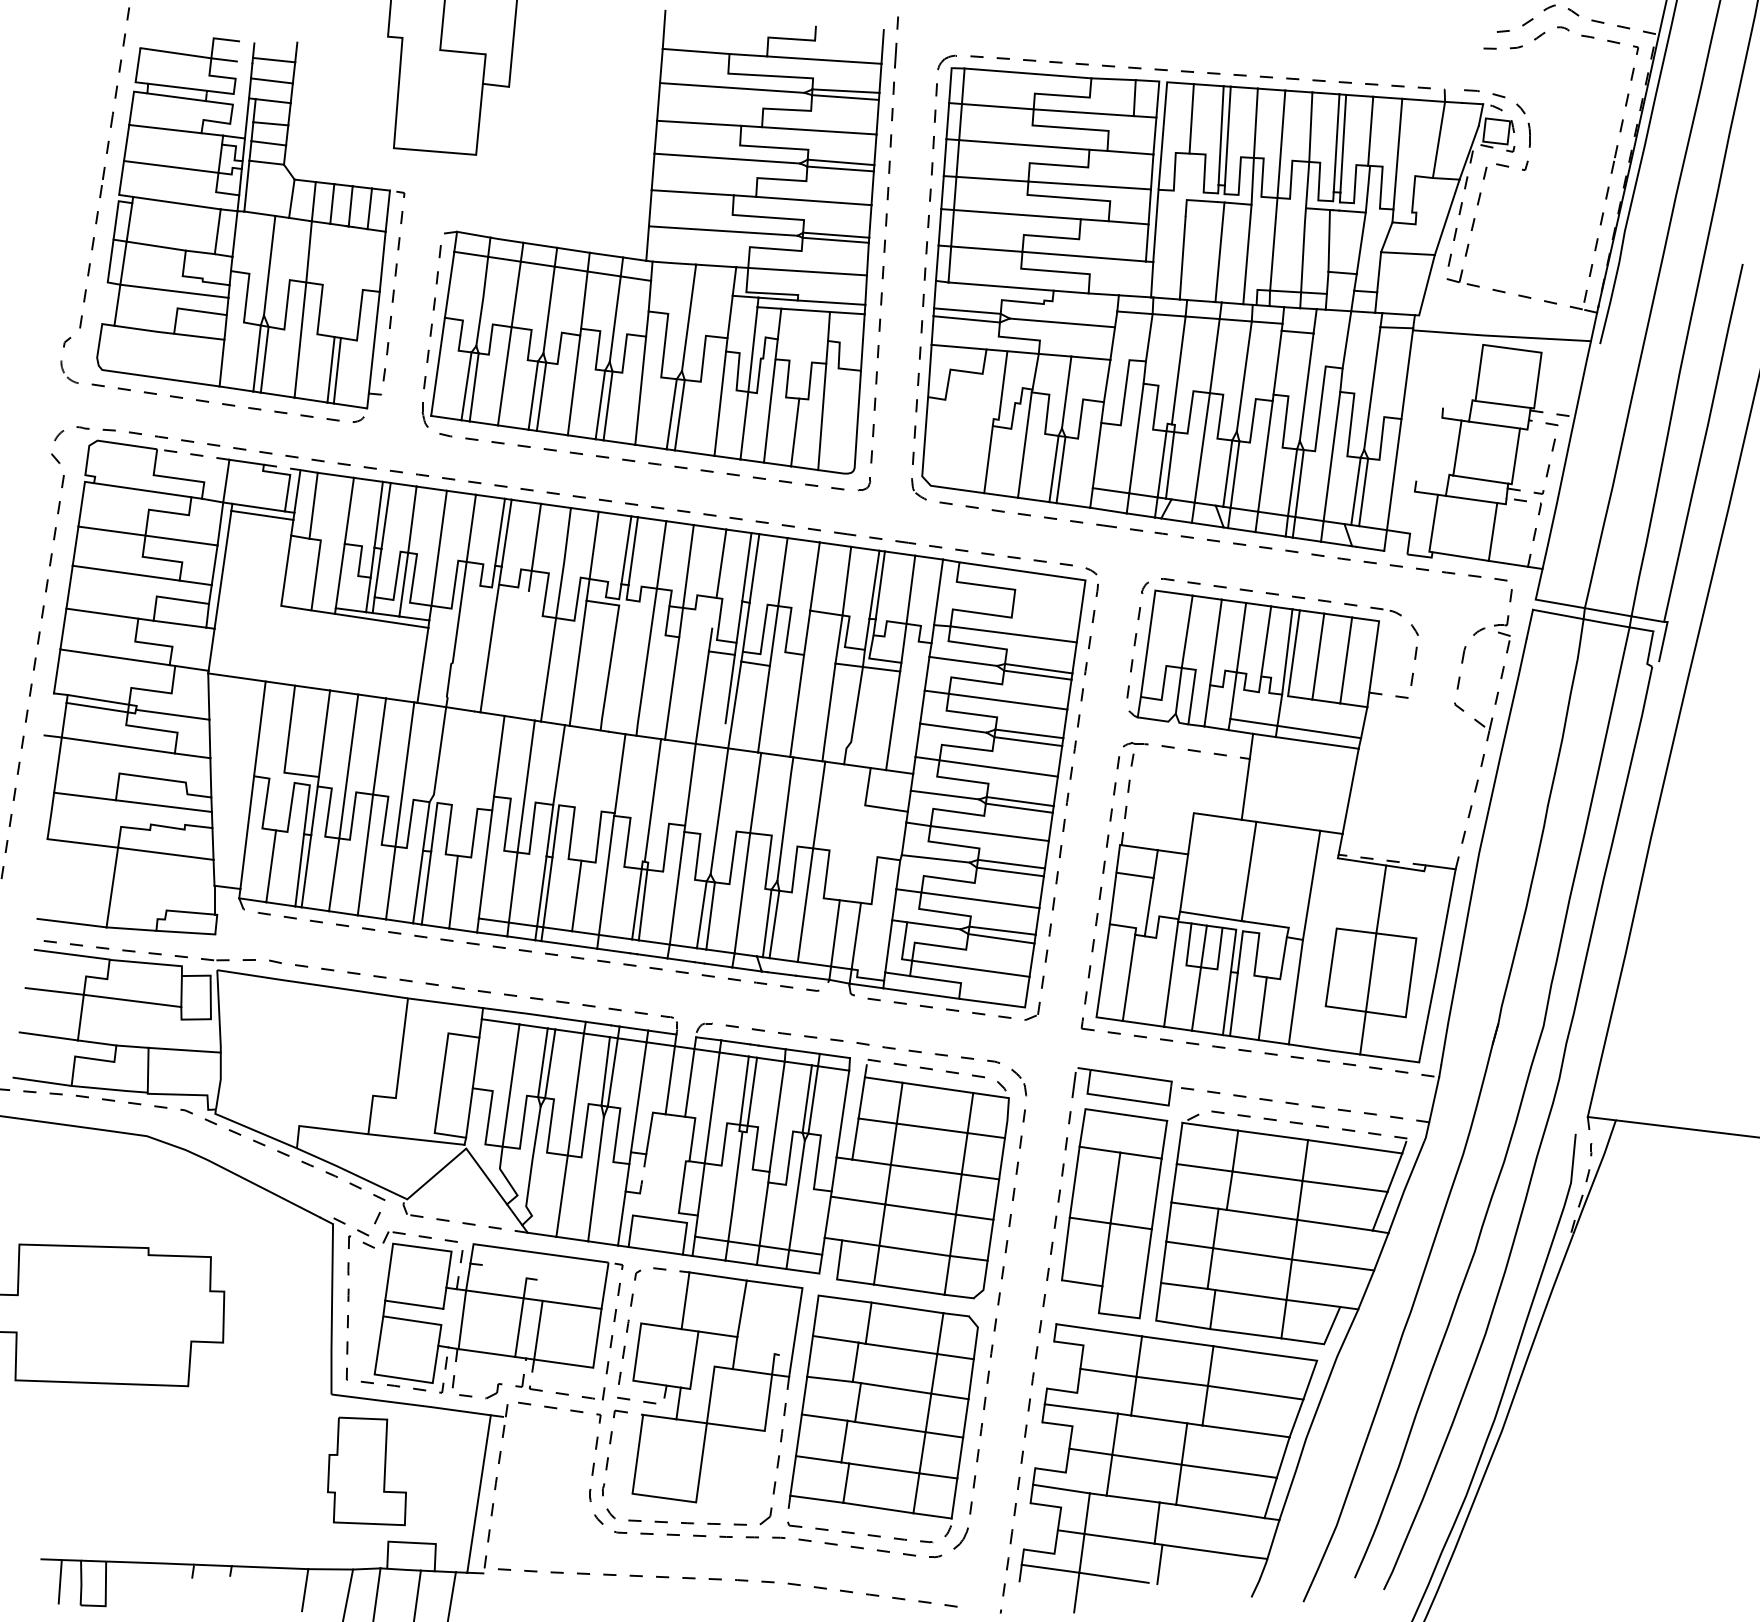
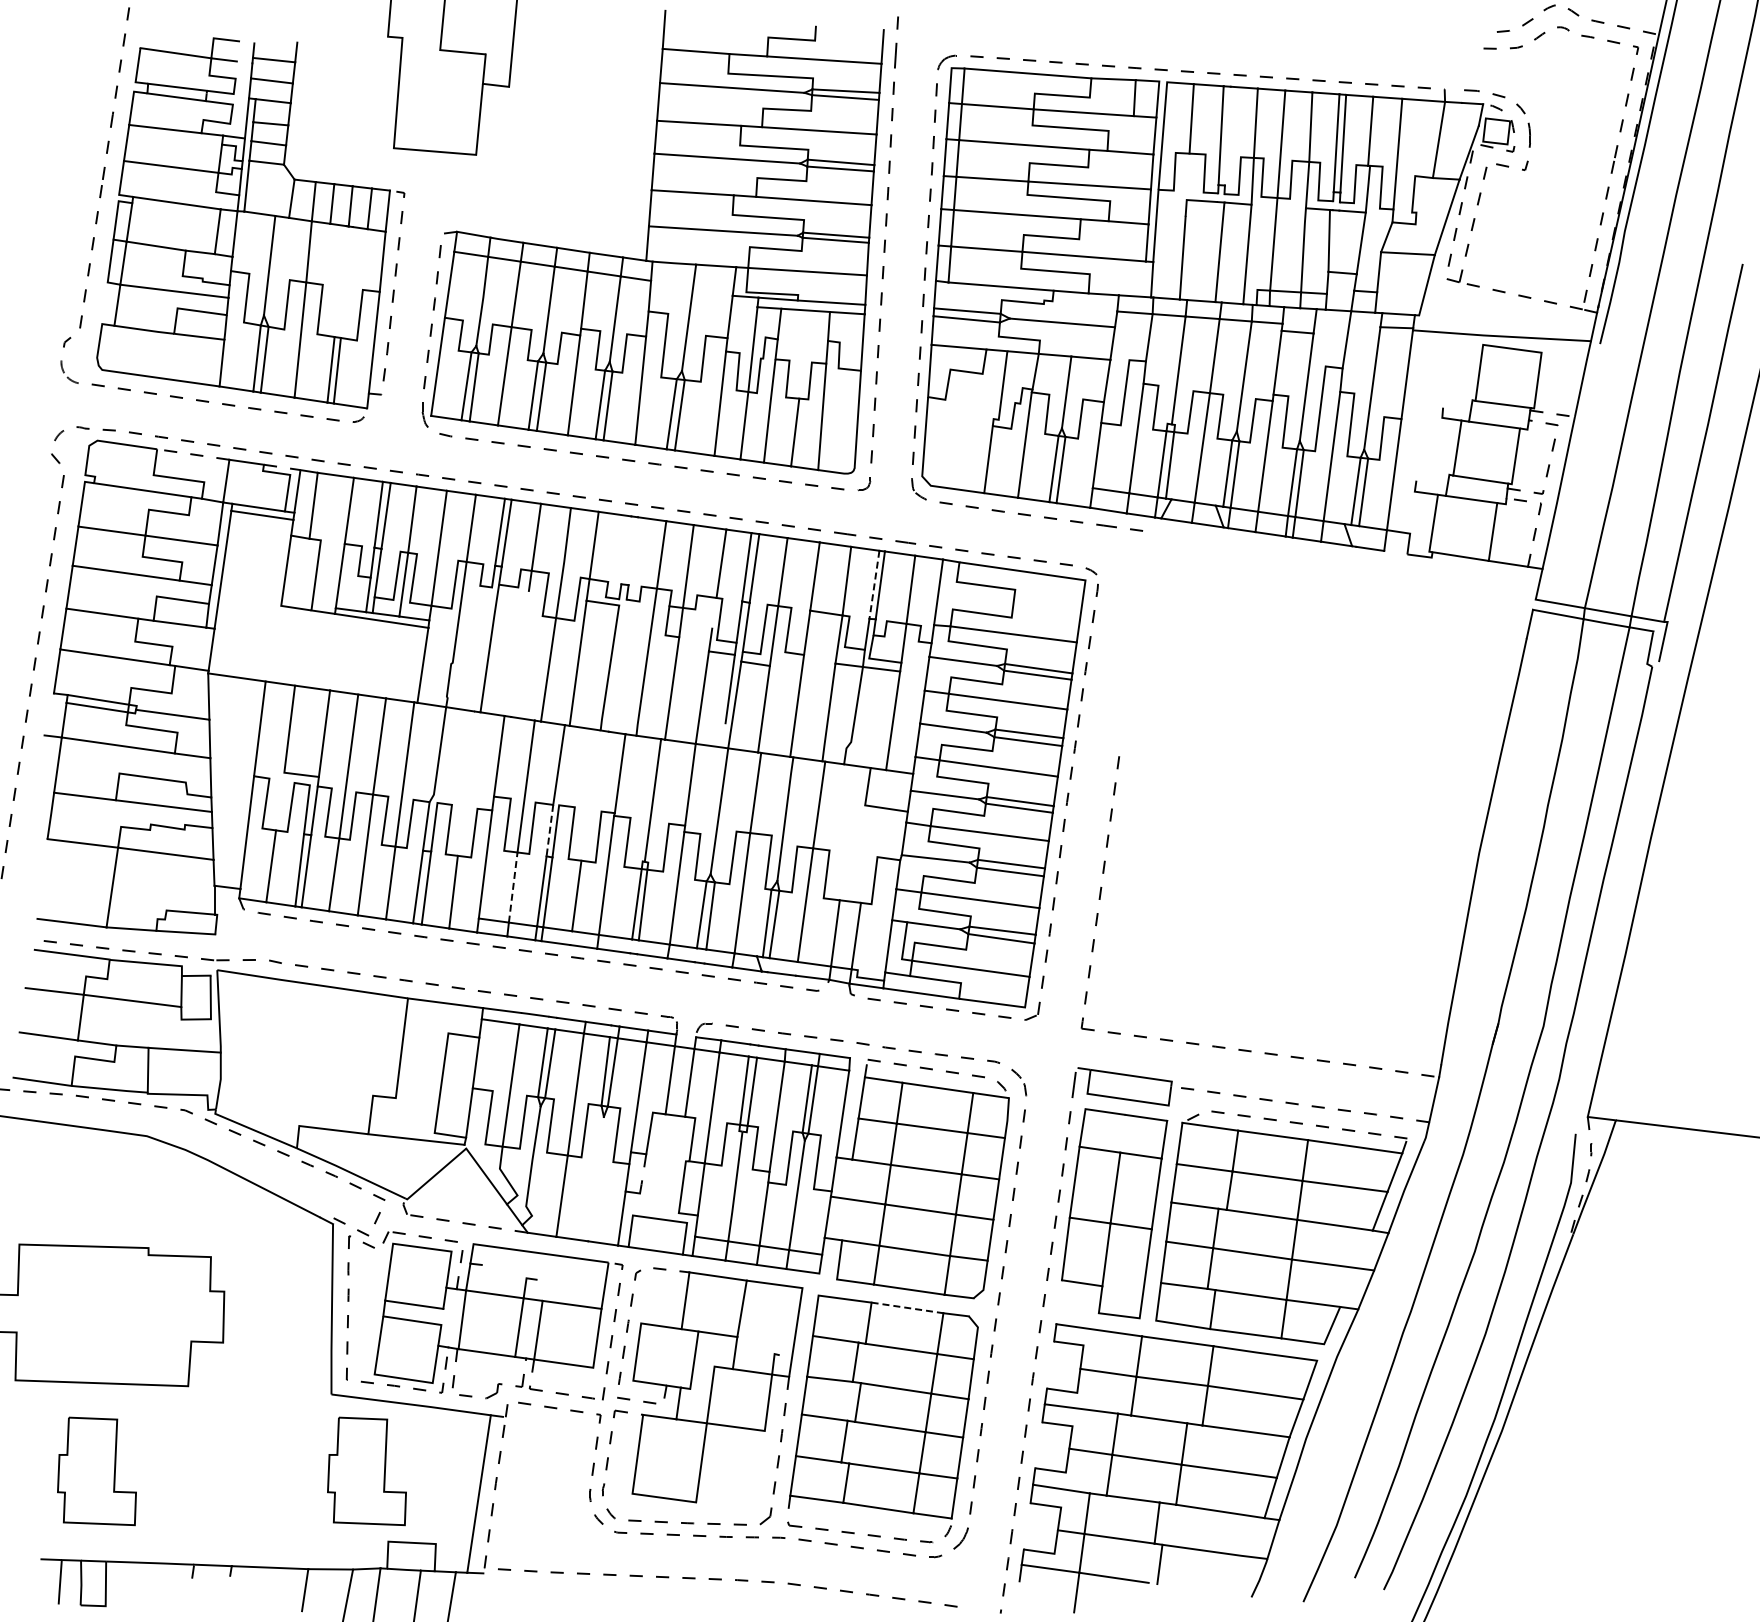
line at (1227, 135): present -> none
line at (626, 550): present -> none
line at (632, 551): present -> none
line at (874, 585): solid -> dashed
part at (1303, 797): present -> none
line at (549, 830): solid -> dashed
line at (513, 887): solid -> dashed
line at (595, 1178): present -> none
line at (908, 1308): solid -> dashed
part at (96, 1471): none -> present
